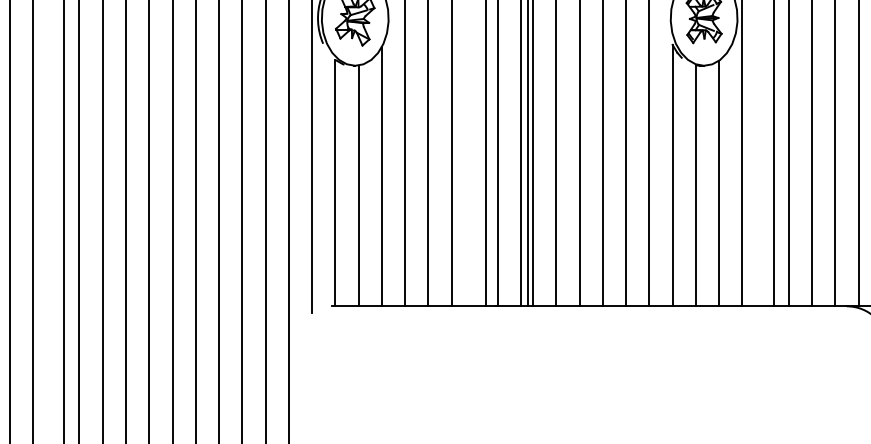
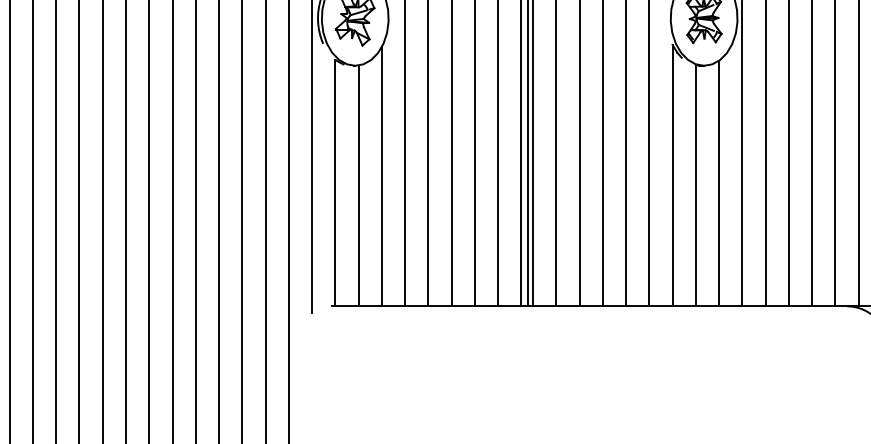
line at (485, 154) position: (485, 154) -> (474, 154)
line at (773, 154) position: (773, 154) -> (765, 154)
line at (64, 221) position: (64, 221) -> (56, 221)
